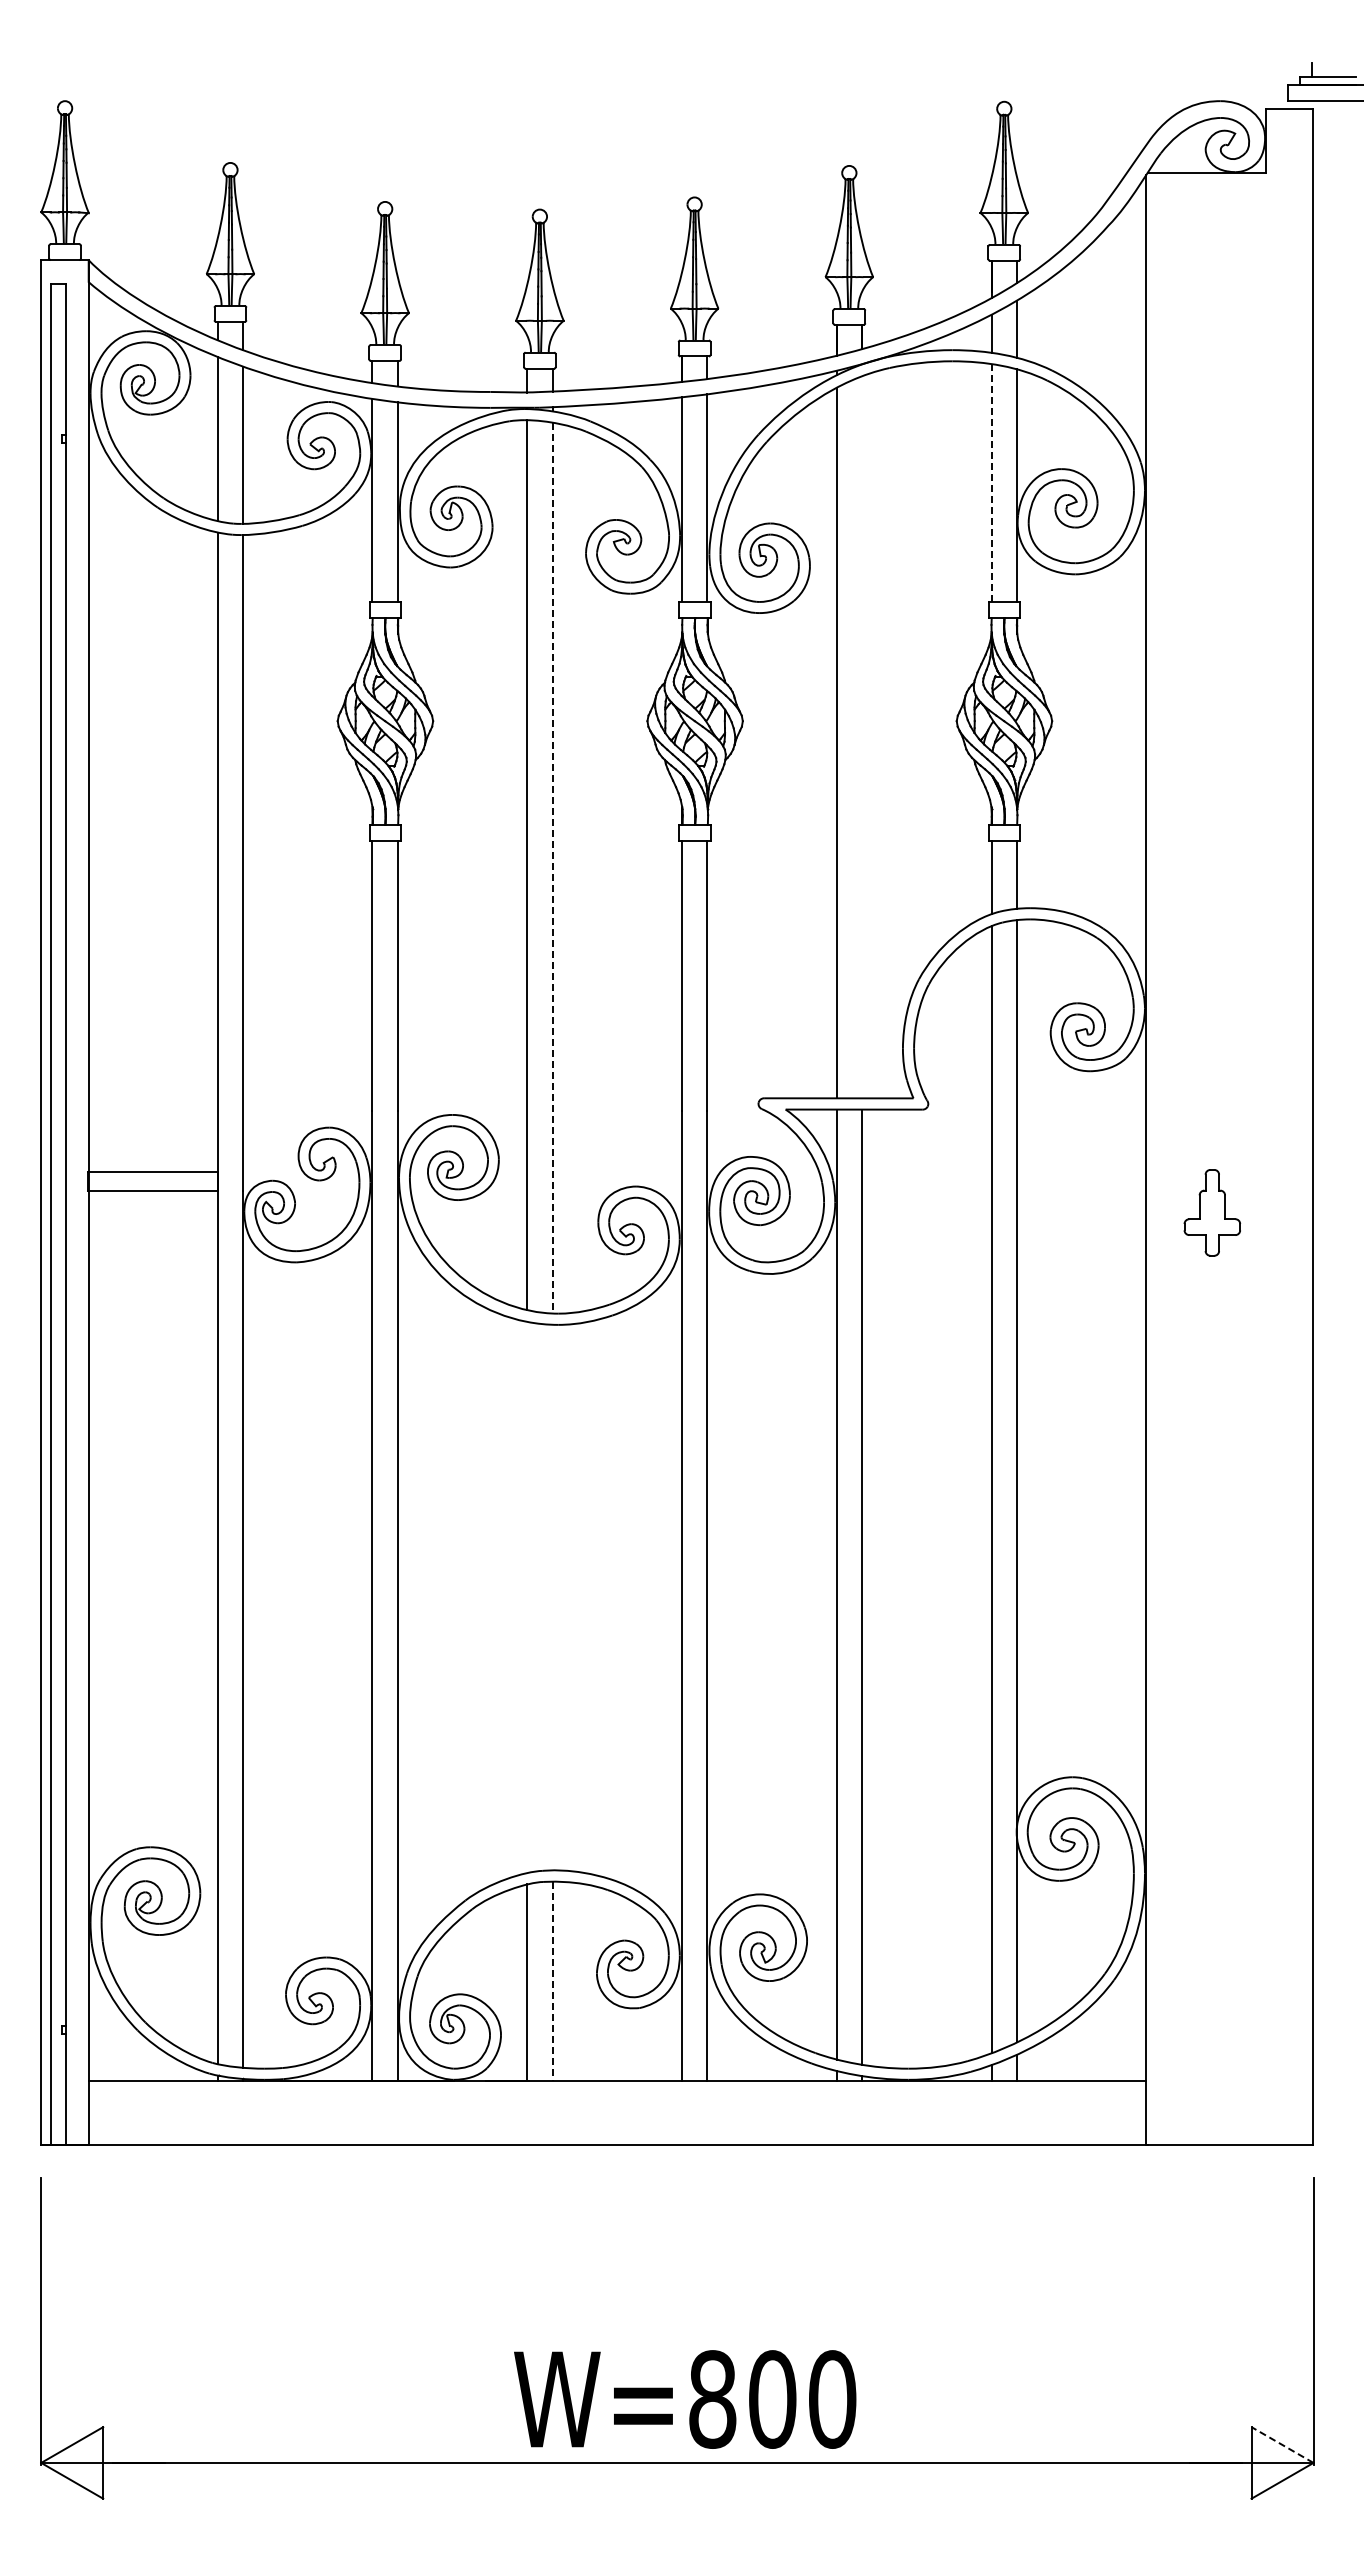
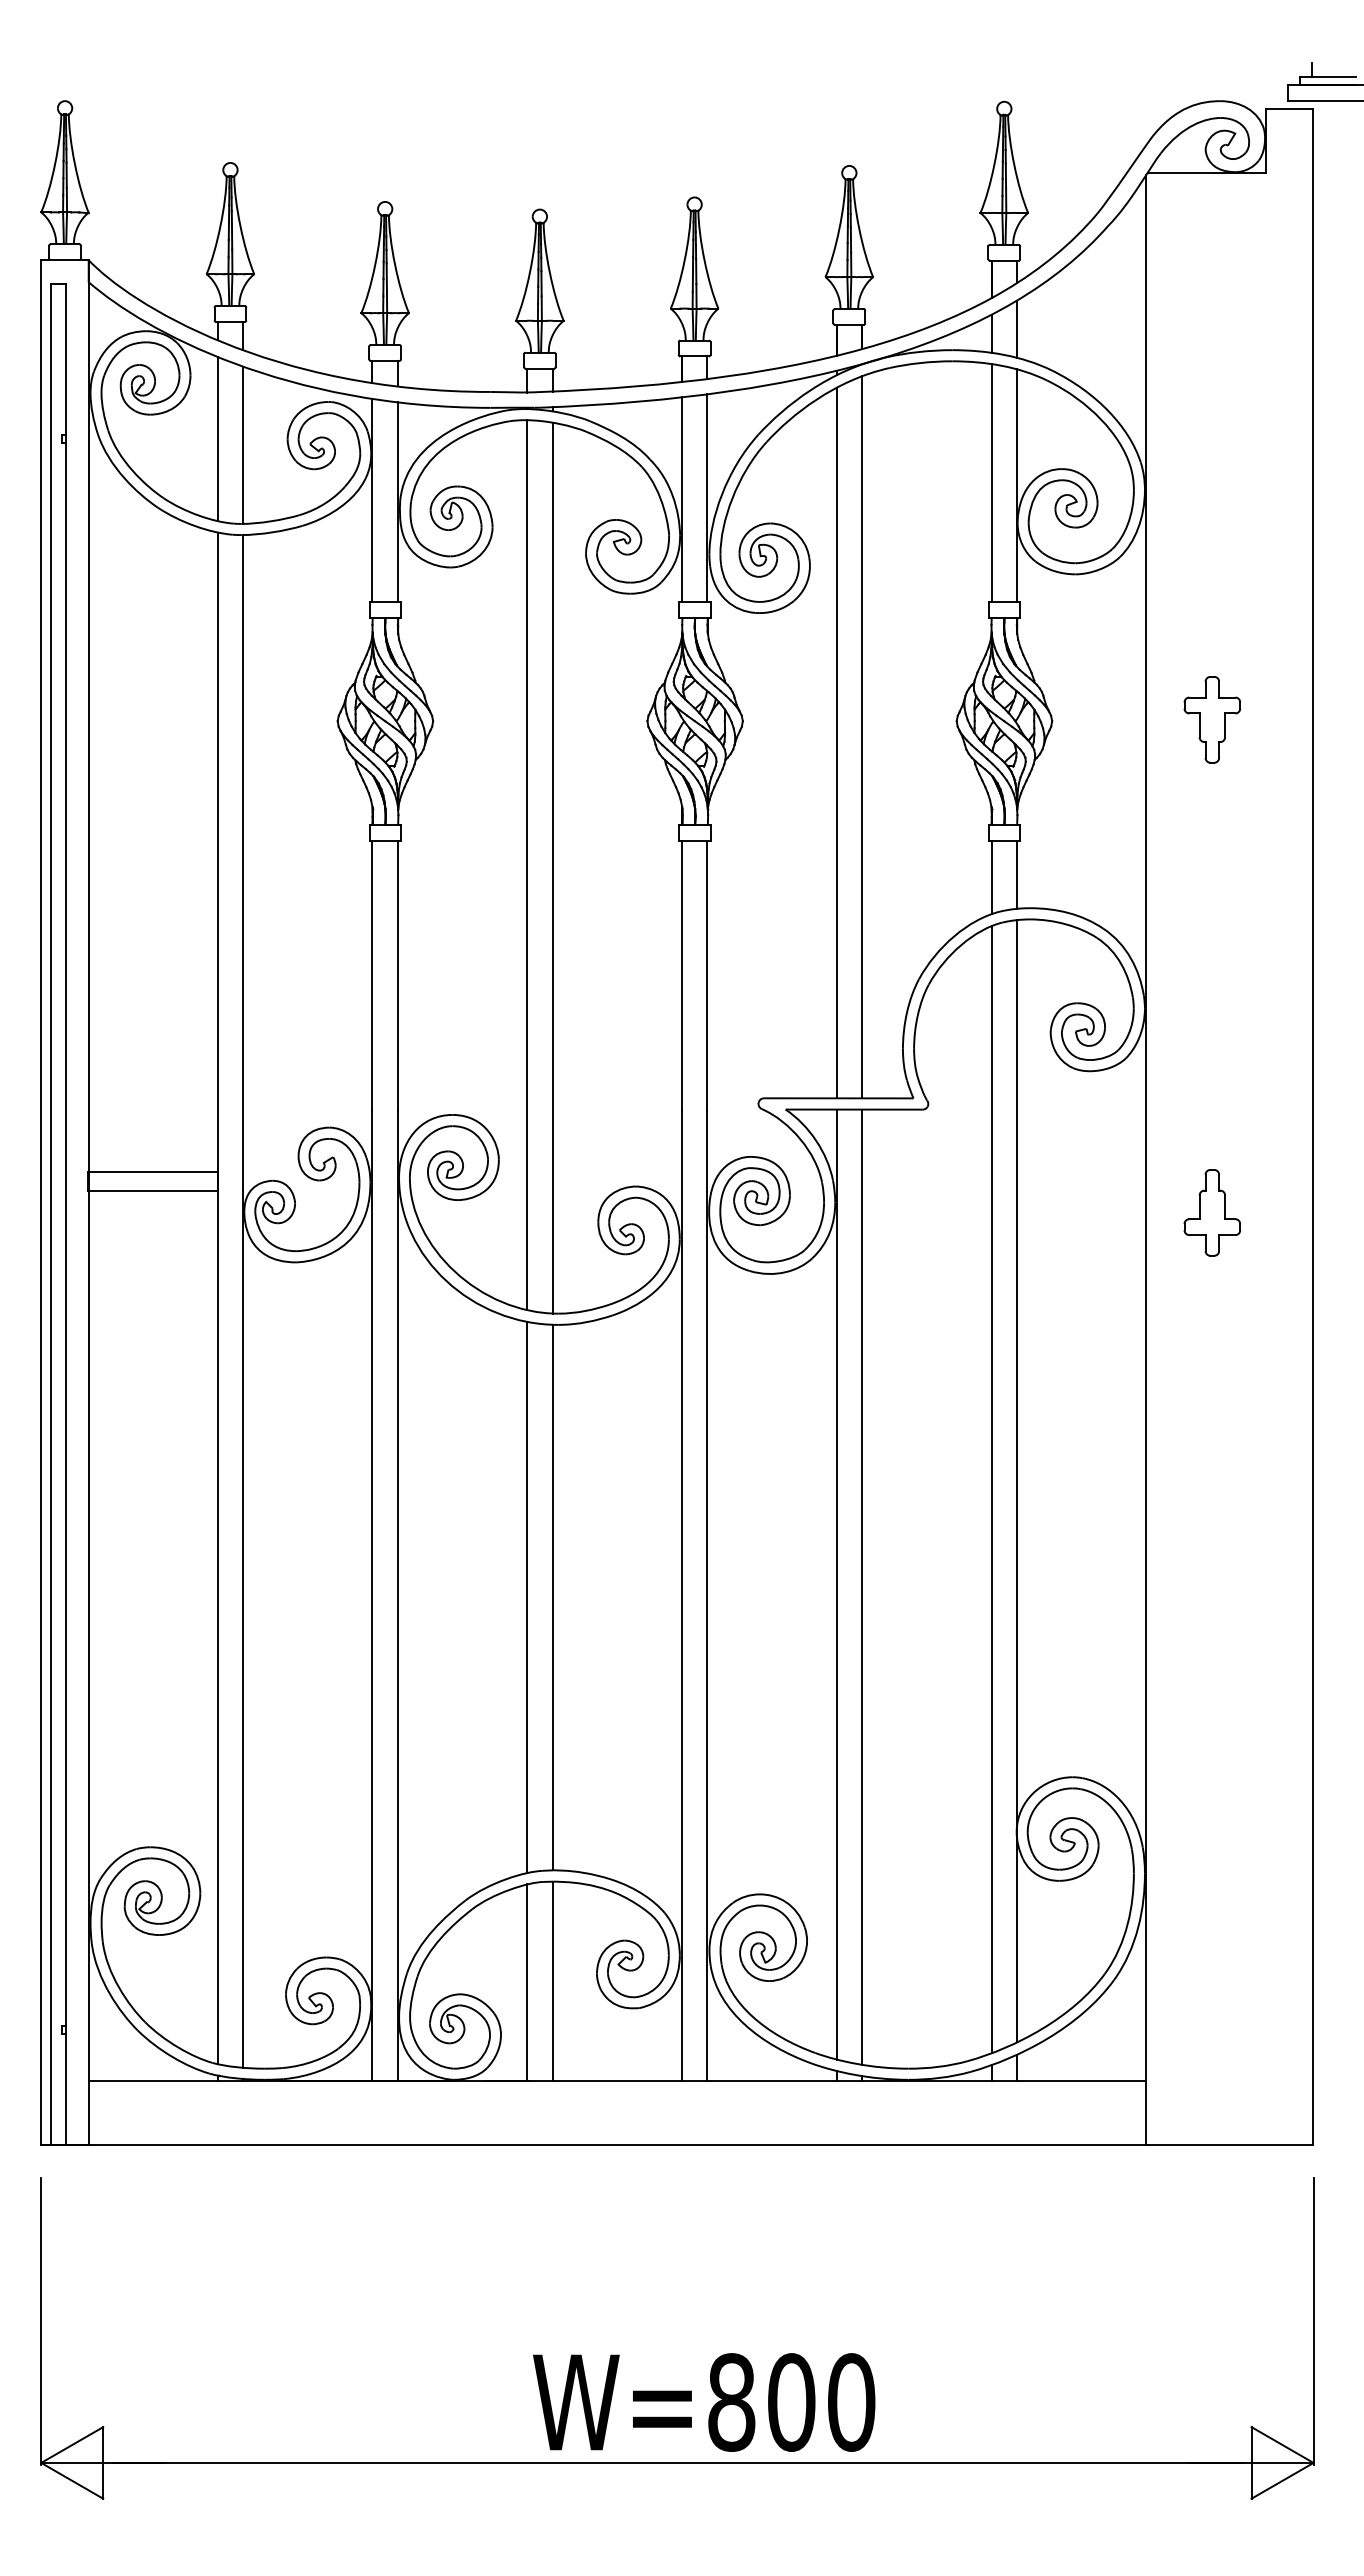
line at (991, 482): dashed -> solid
part at (1211, 719): none -> present
line at (862, 737): none -> present
line at (552, 868): dashed -> solid
line at (527, 1597): none -> present
line at (552, 1597): none -> present
line at (552, 1981): dashed -> solid
text at (685, 2399) position: (685, 2399) -> (704, 2402)
line at (1282, 2445): dashed -> solid
